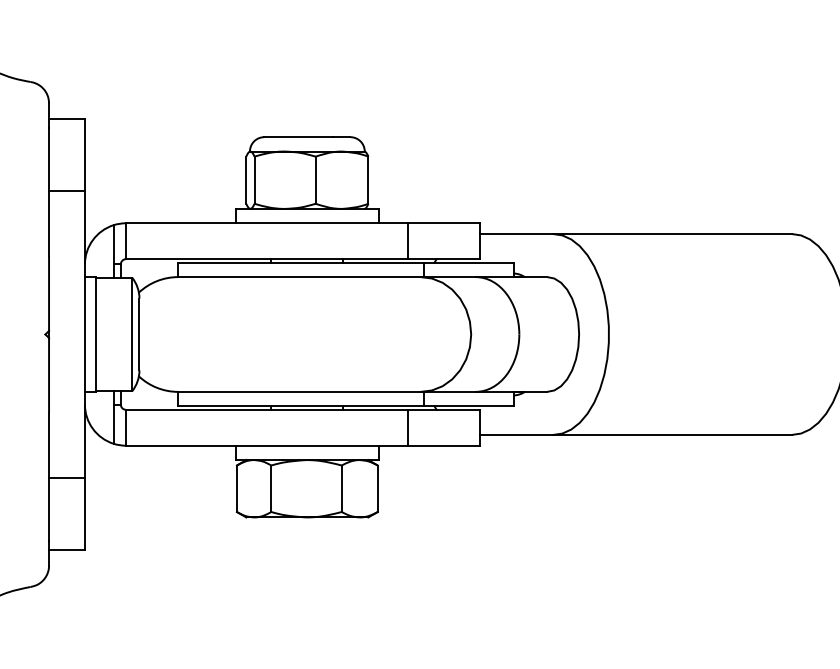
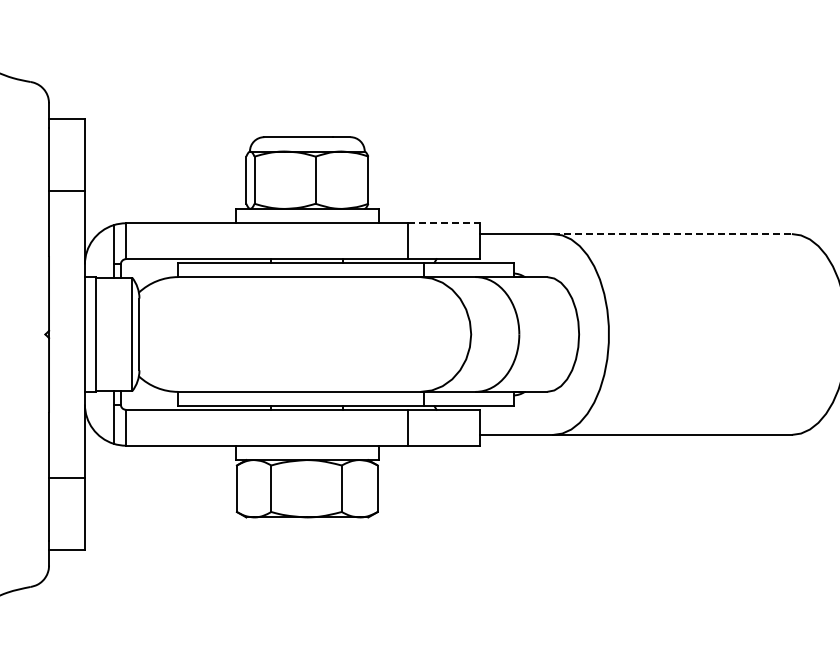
line at (443, 223): solid -> dashed
line at (673, 234): solid -> dashed
